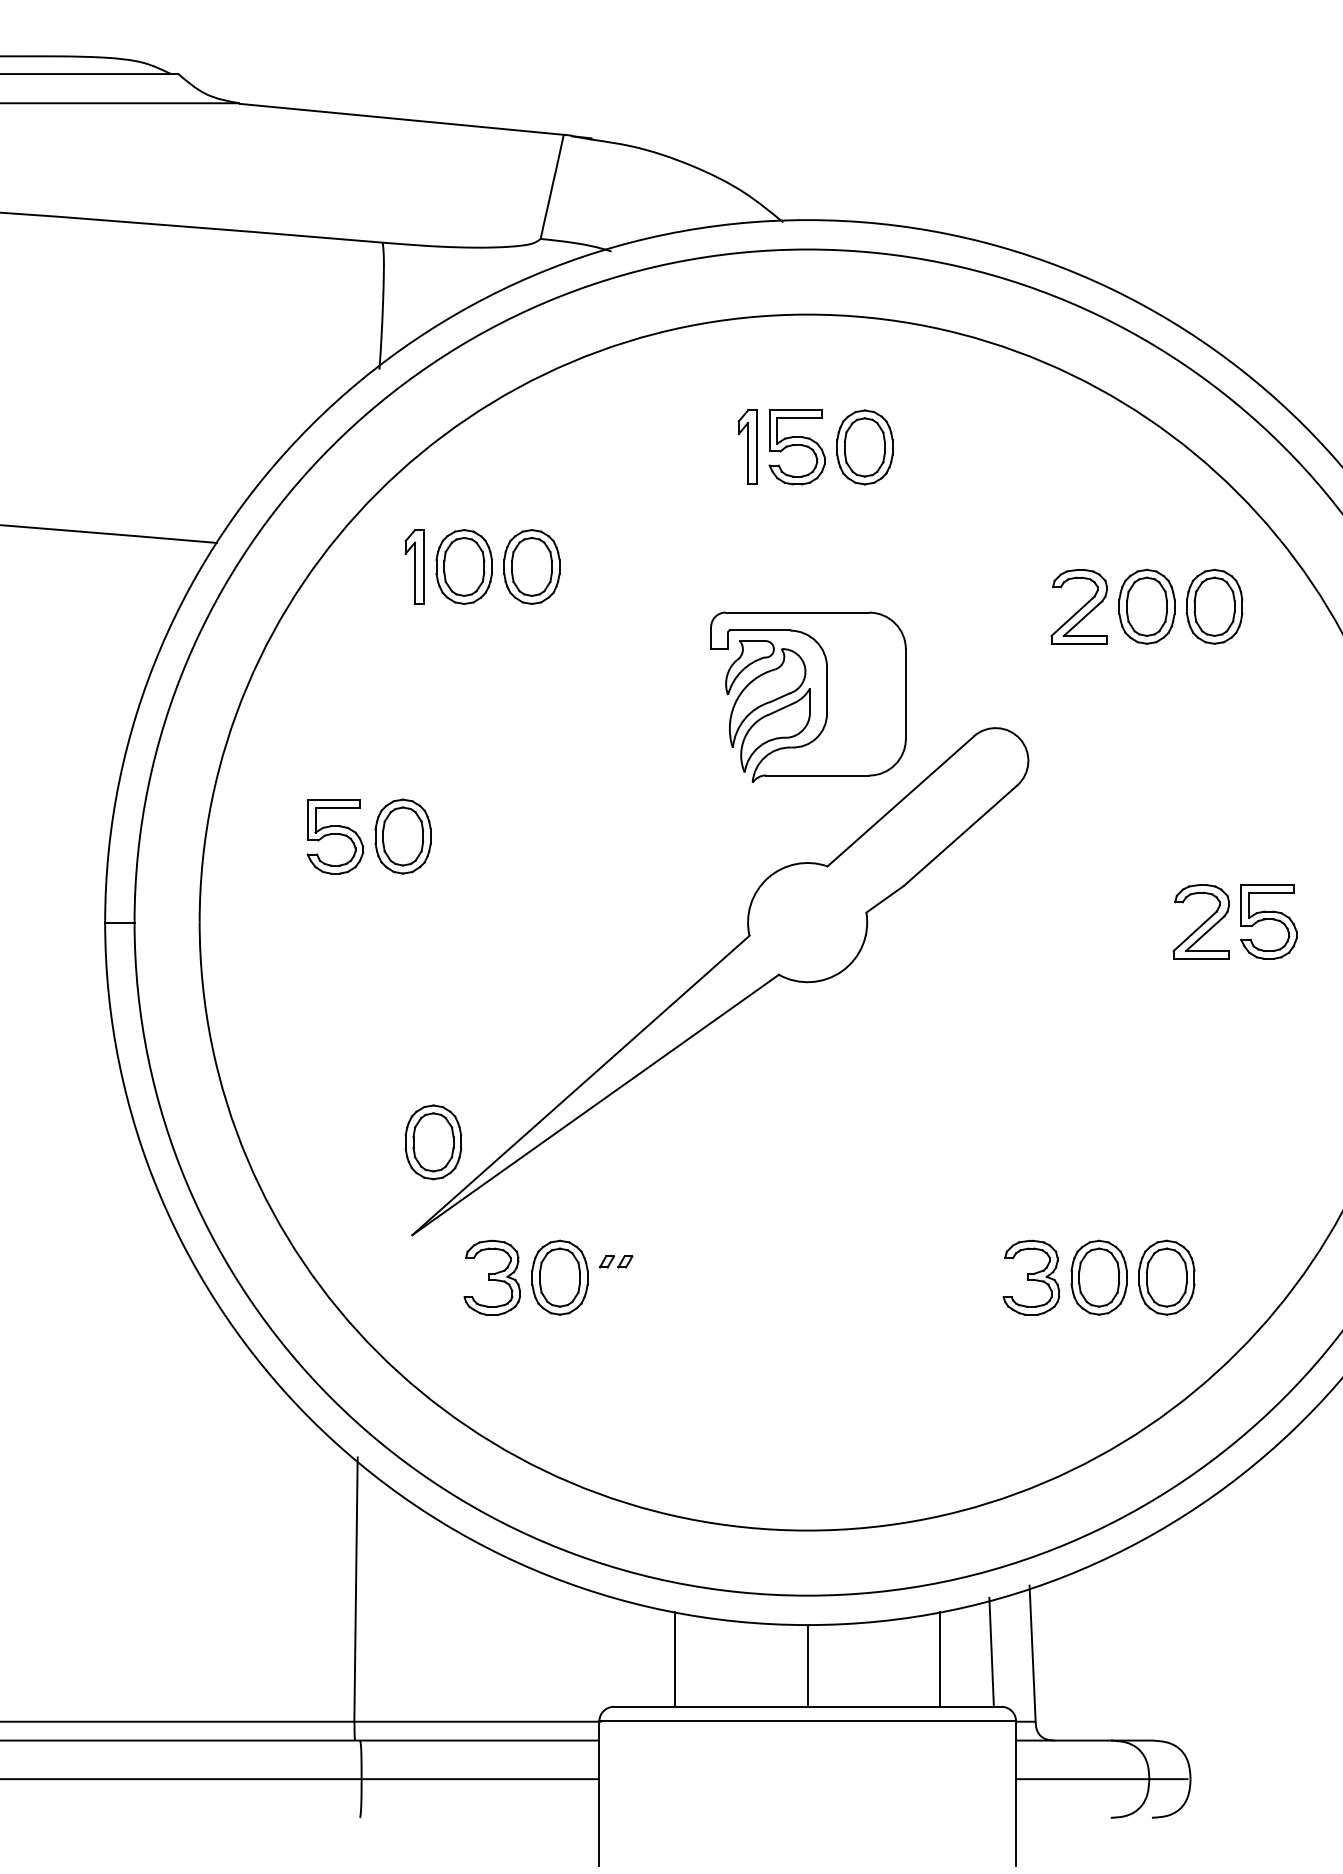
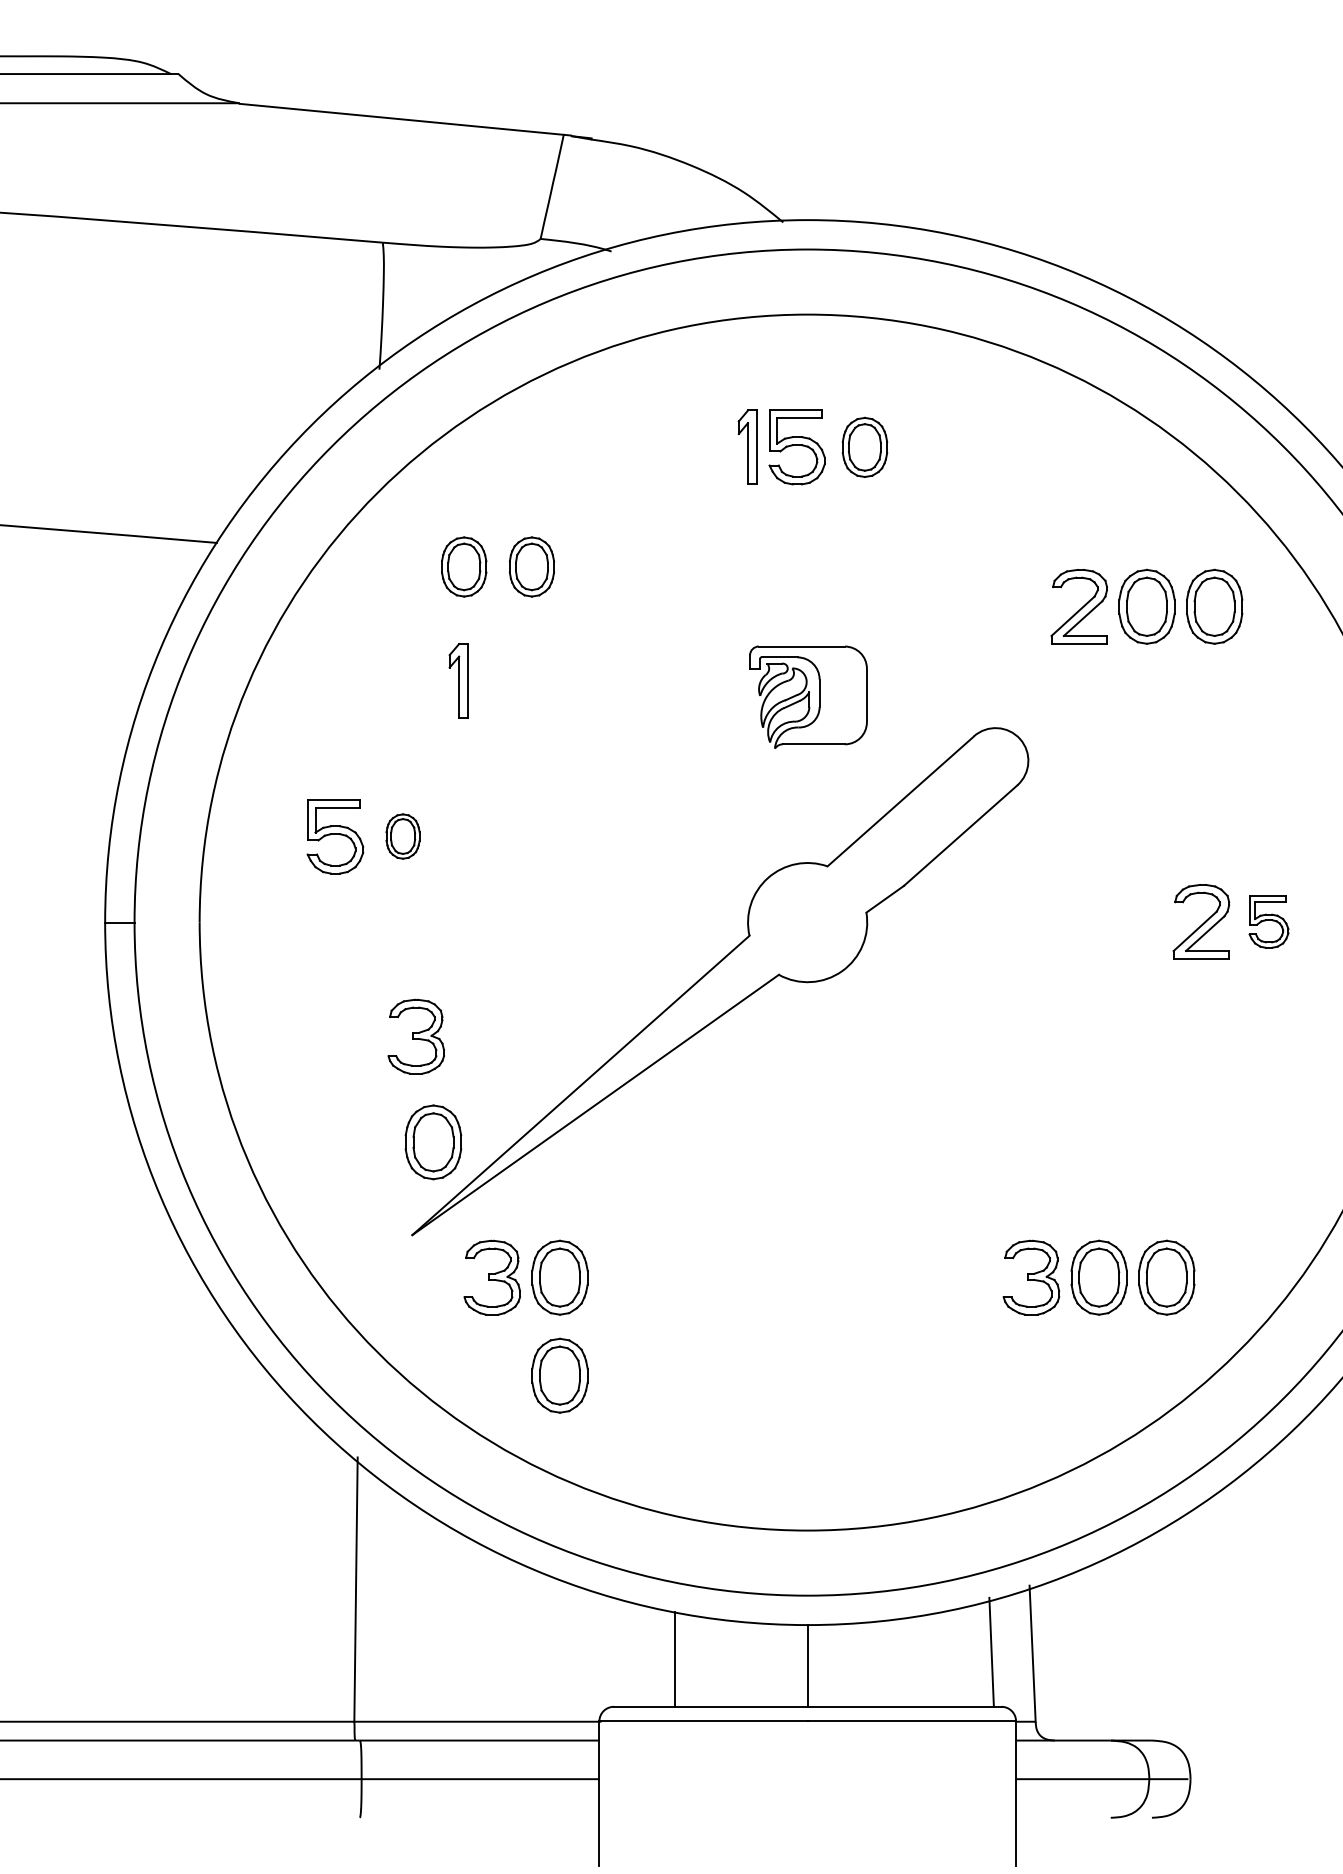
part at (864, 447) size: 58x77 px -> 48x62 px
part at (414, 566) position: (414, 566) -> (458, 680)
part at (463, 566) size: 58x76 px -> 47x62 px
part at (531, 566) size: 58x76 px -> 48x62 px
part at (808, 697) size: 197x173 px -> 119x104 px
part at (402, 836) size: 58x77 px -> 36x47 px
part at (1268, 921) size: 58x76 px -> 42x54 px
part at (415, 1036): none -> present
part at (616, 1261): present -> none
part at (559, 1375): none -> present
line at (939, 1659): present -> none
